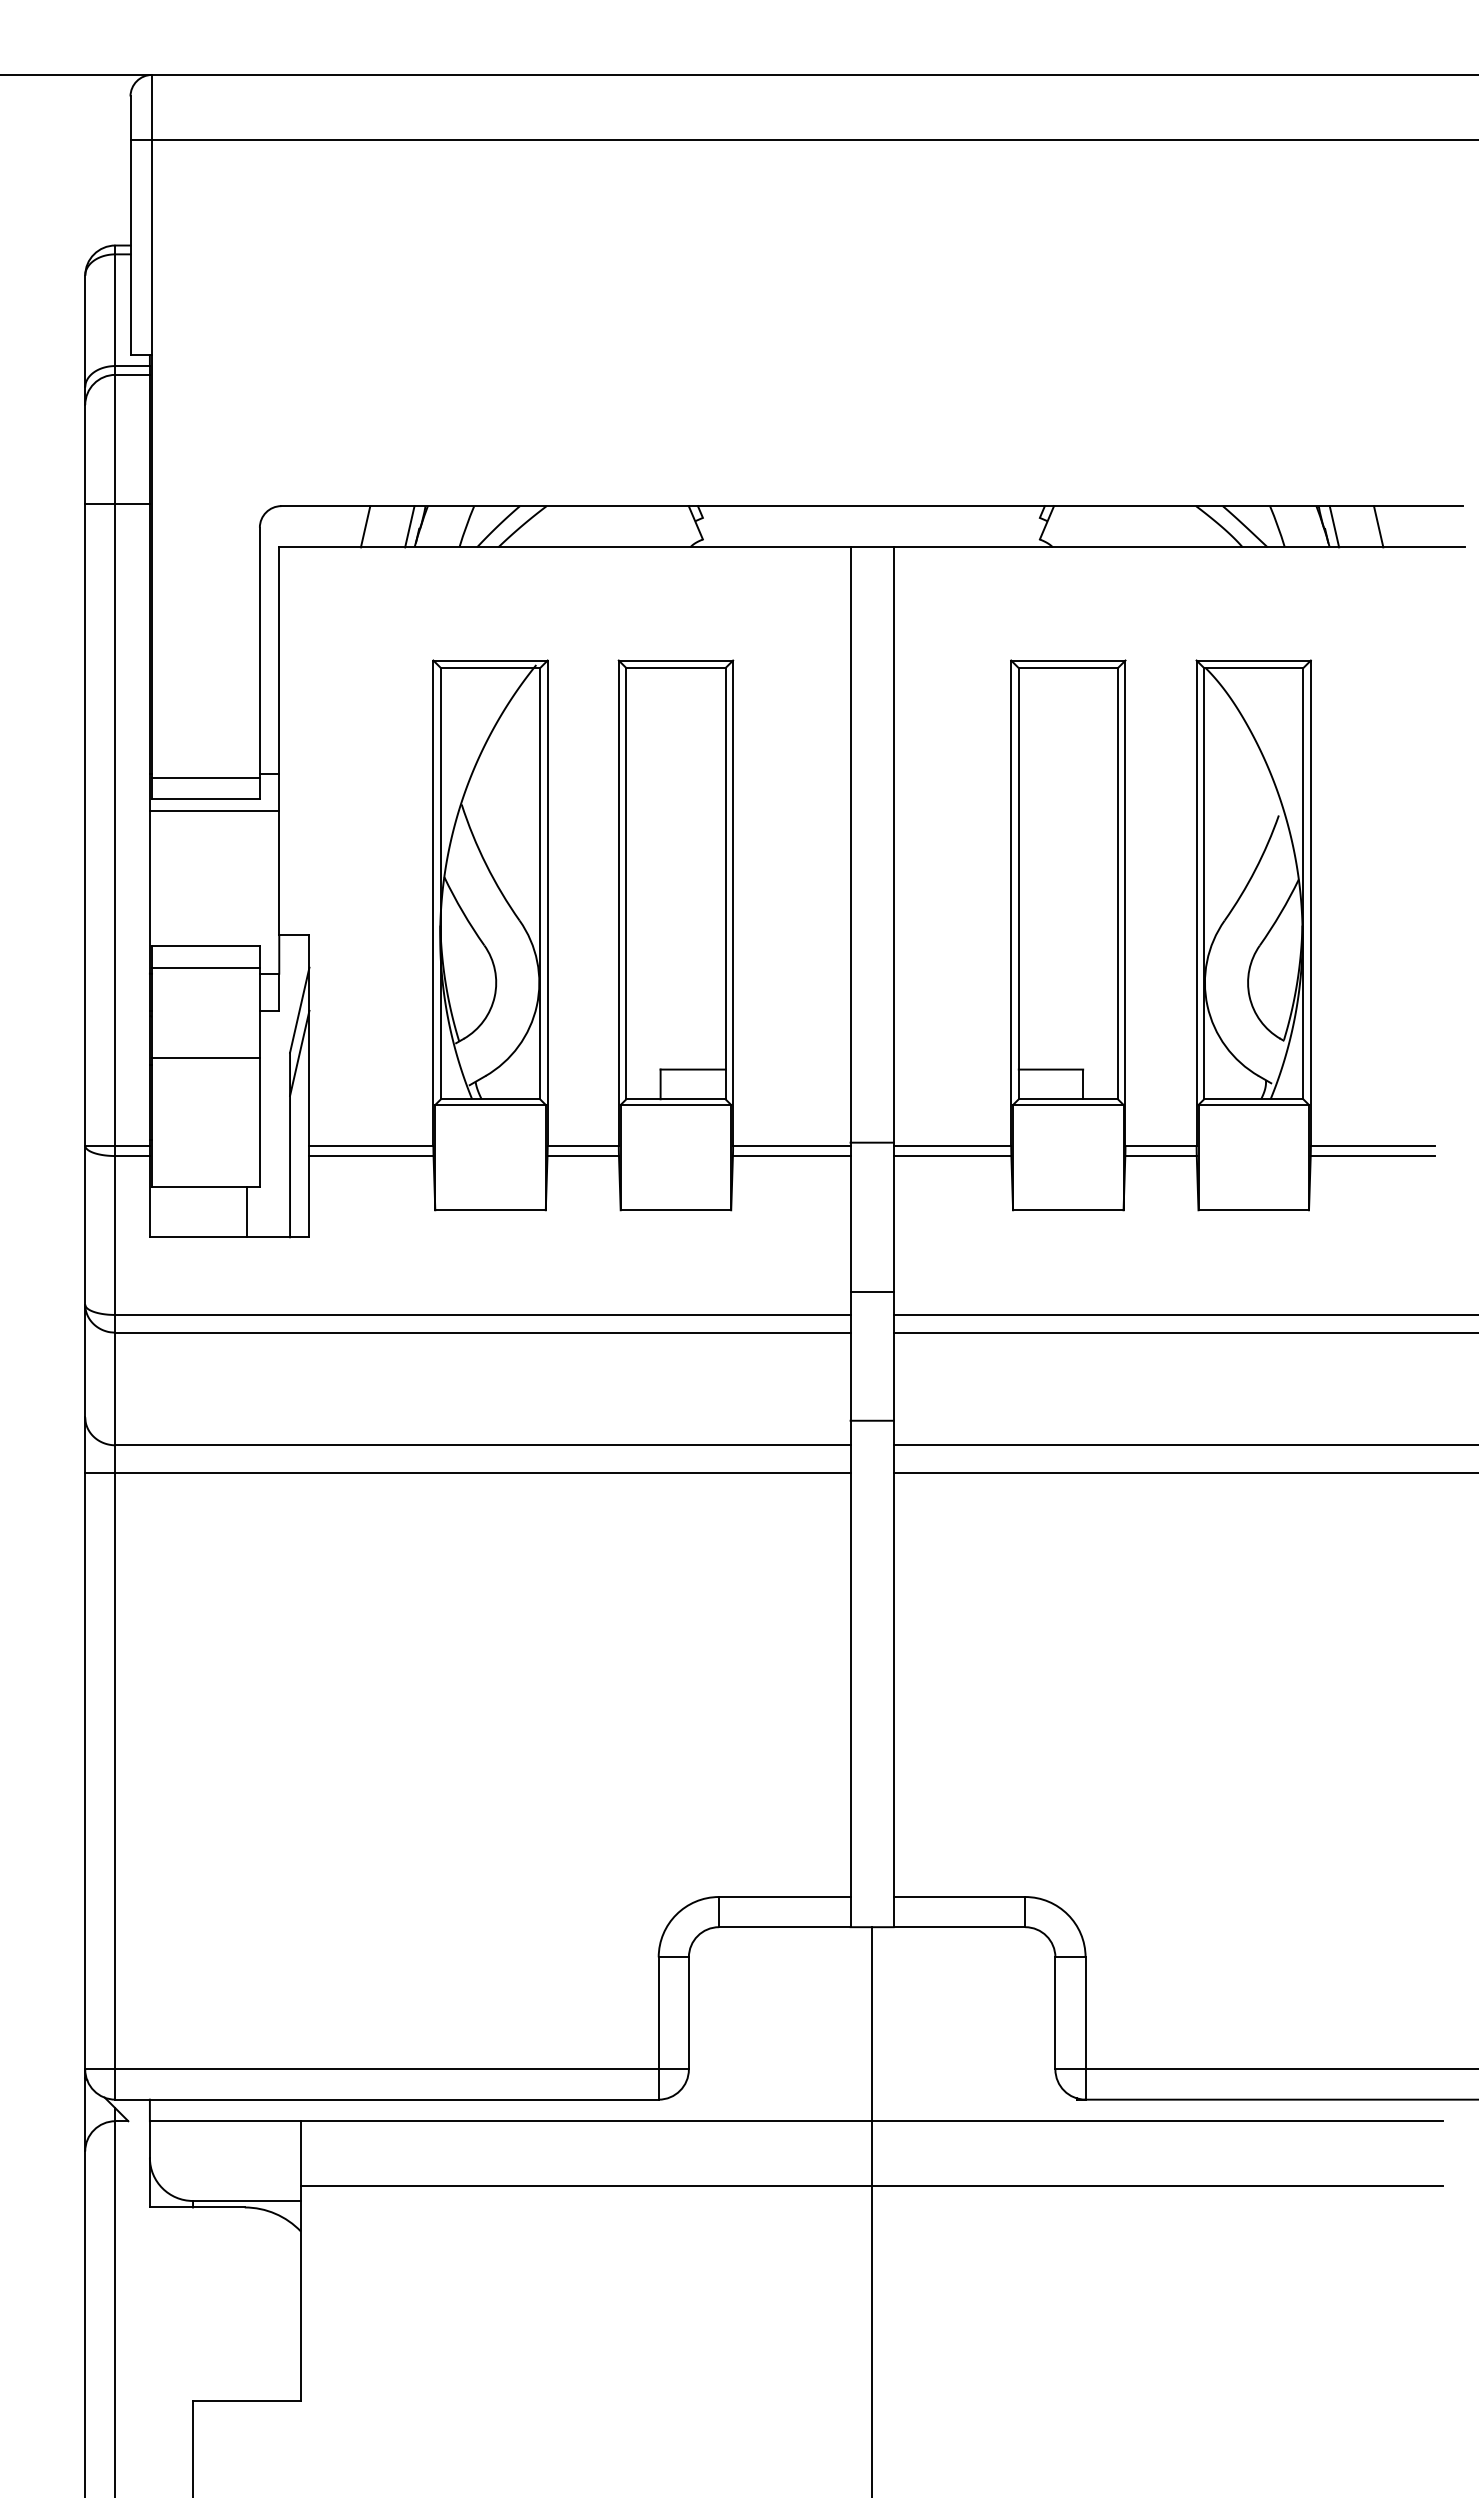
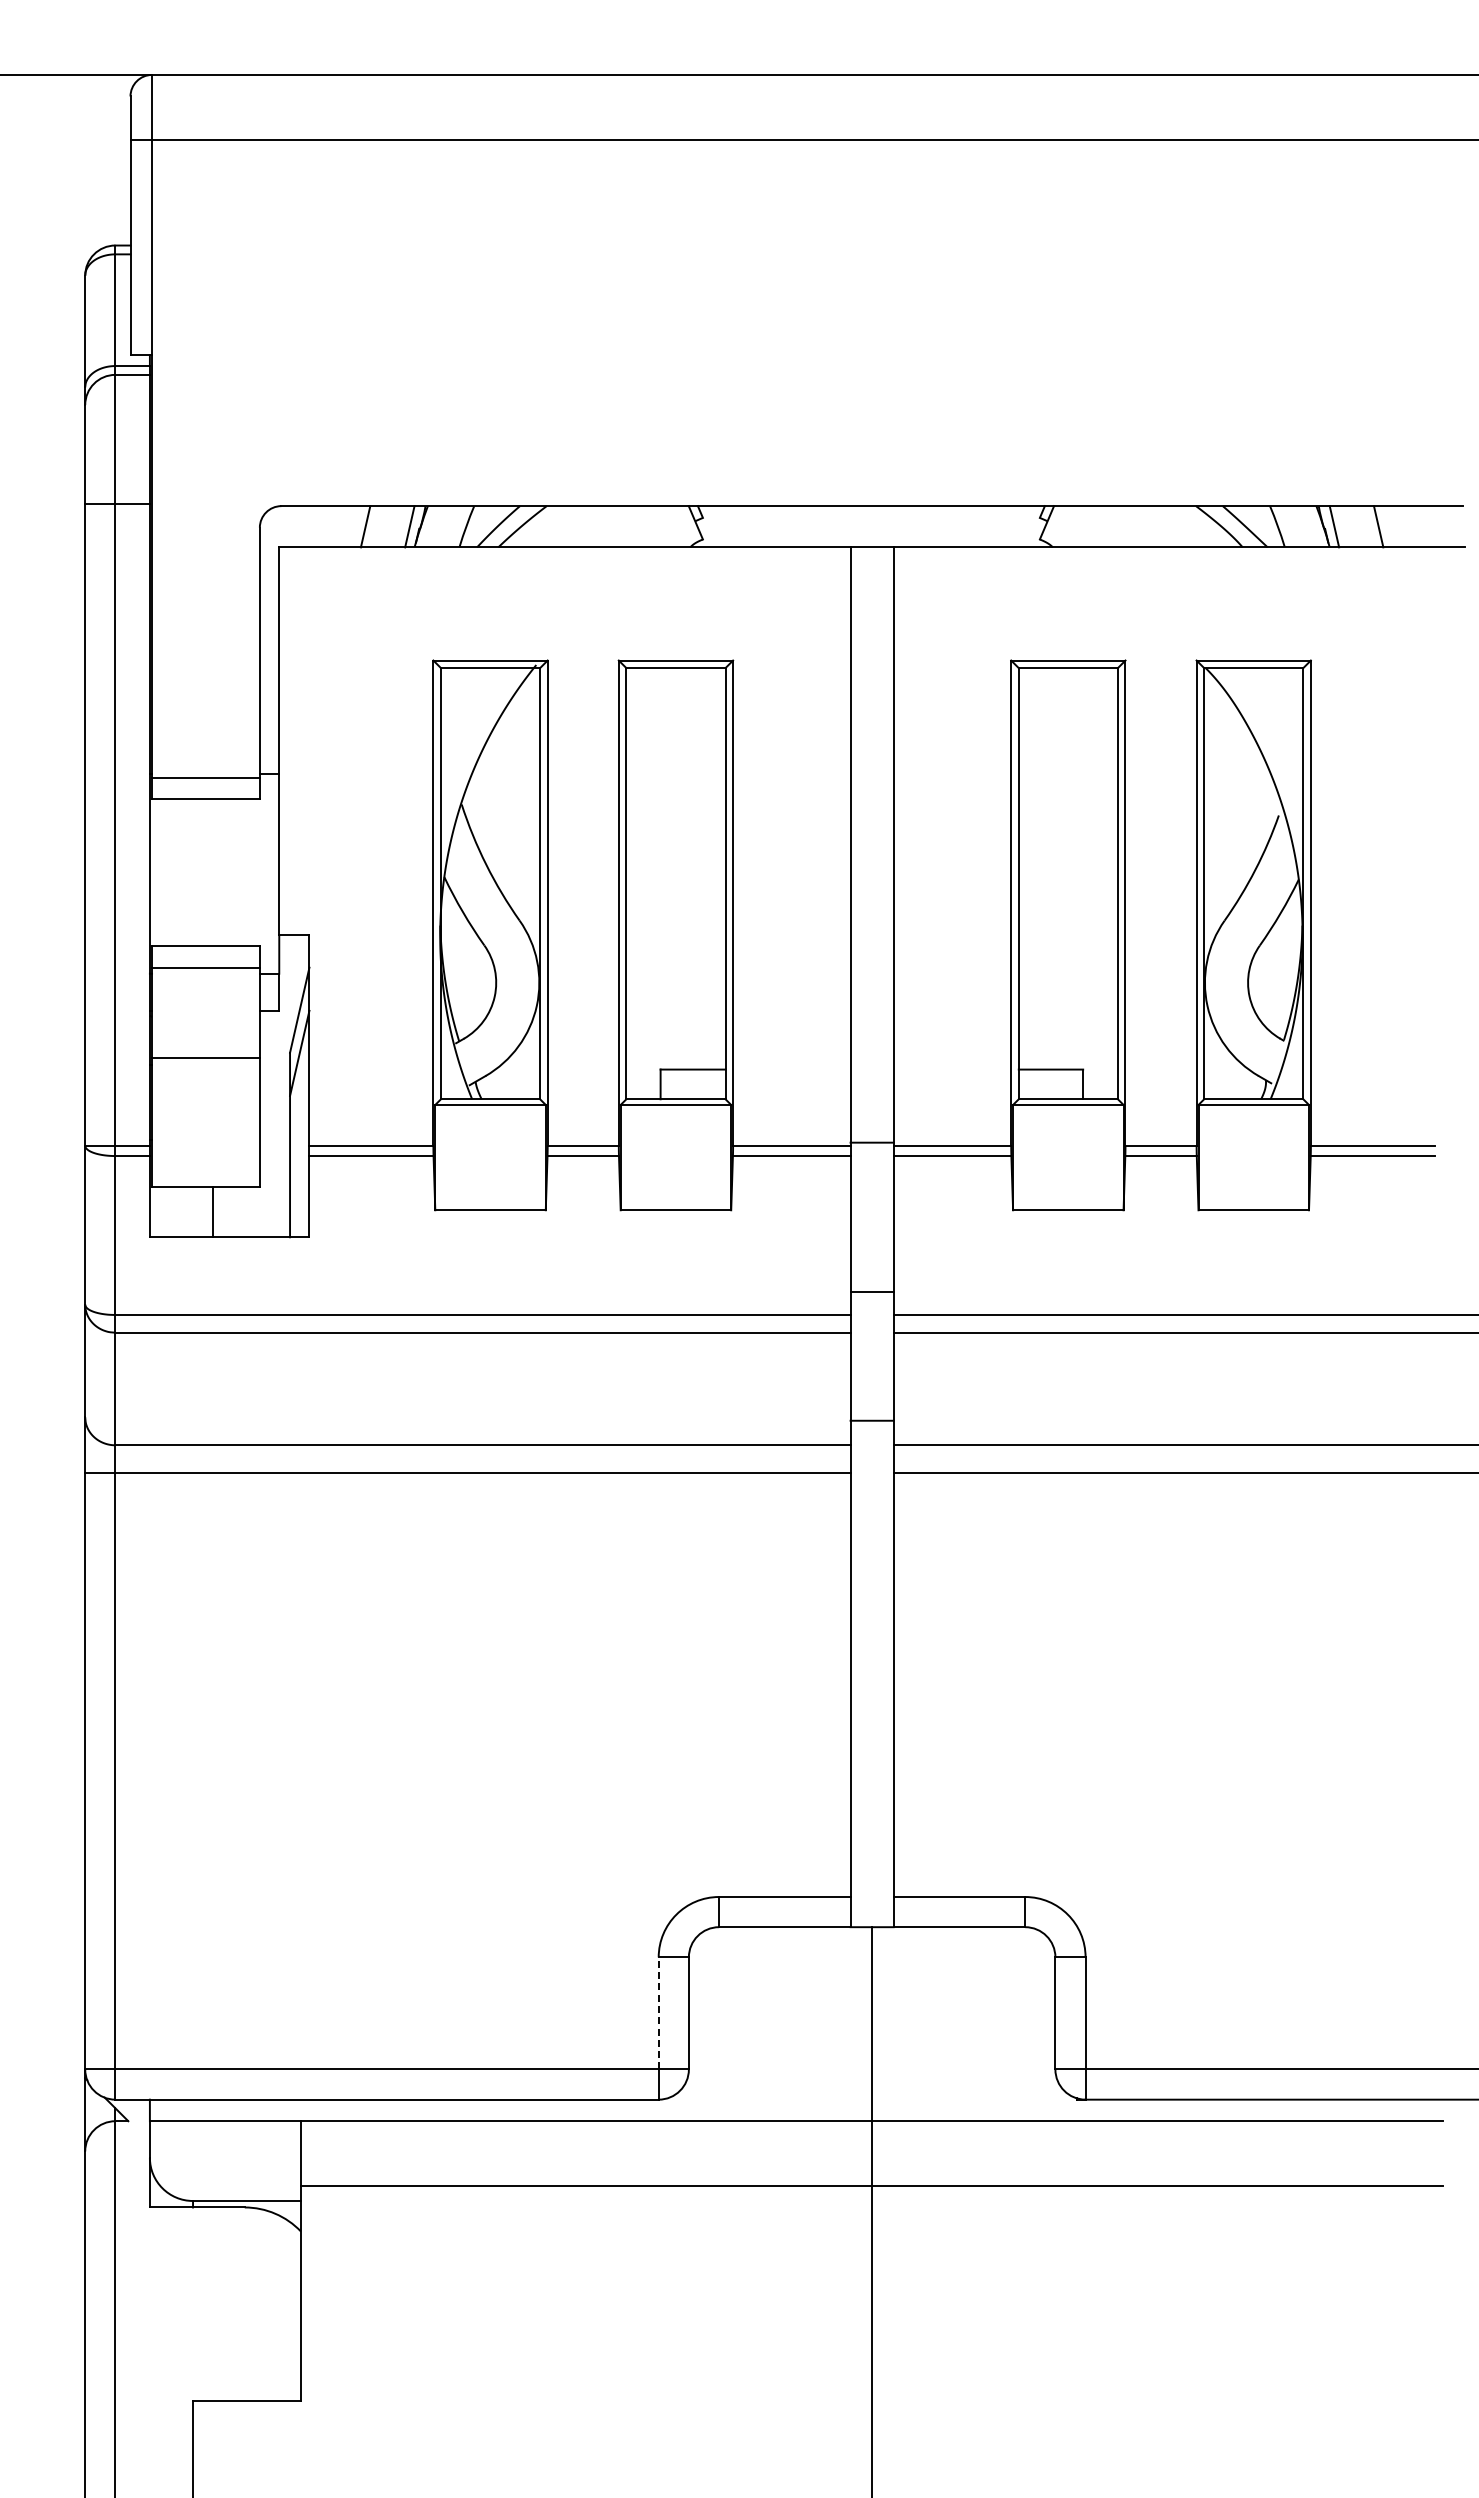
line at (214, 810): present -> none
line at (246, 1212) position: (246, 1212) -> (212, 1212)
line at (658, 2012): solid -> dashed
